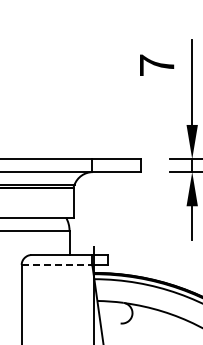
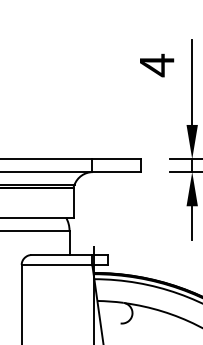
text at (157, 65): 7 -> 4
line at (57, 264): dashed -> solid
